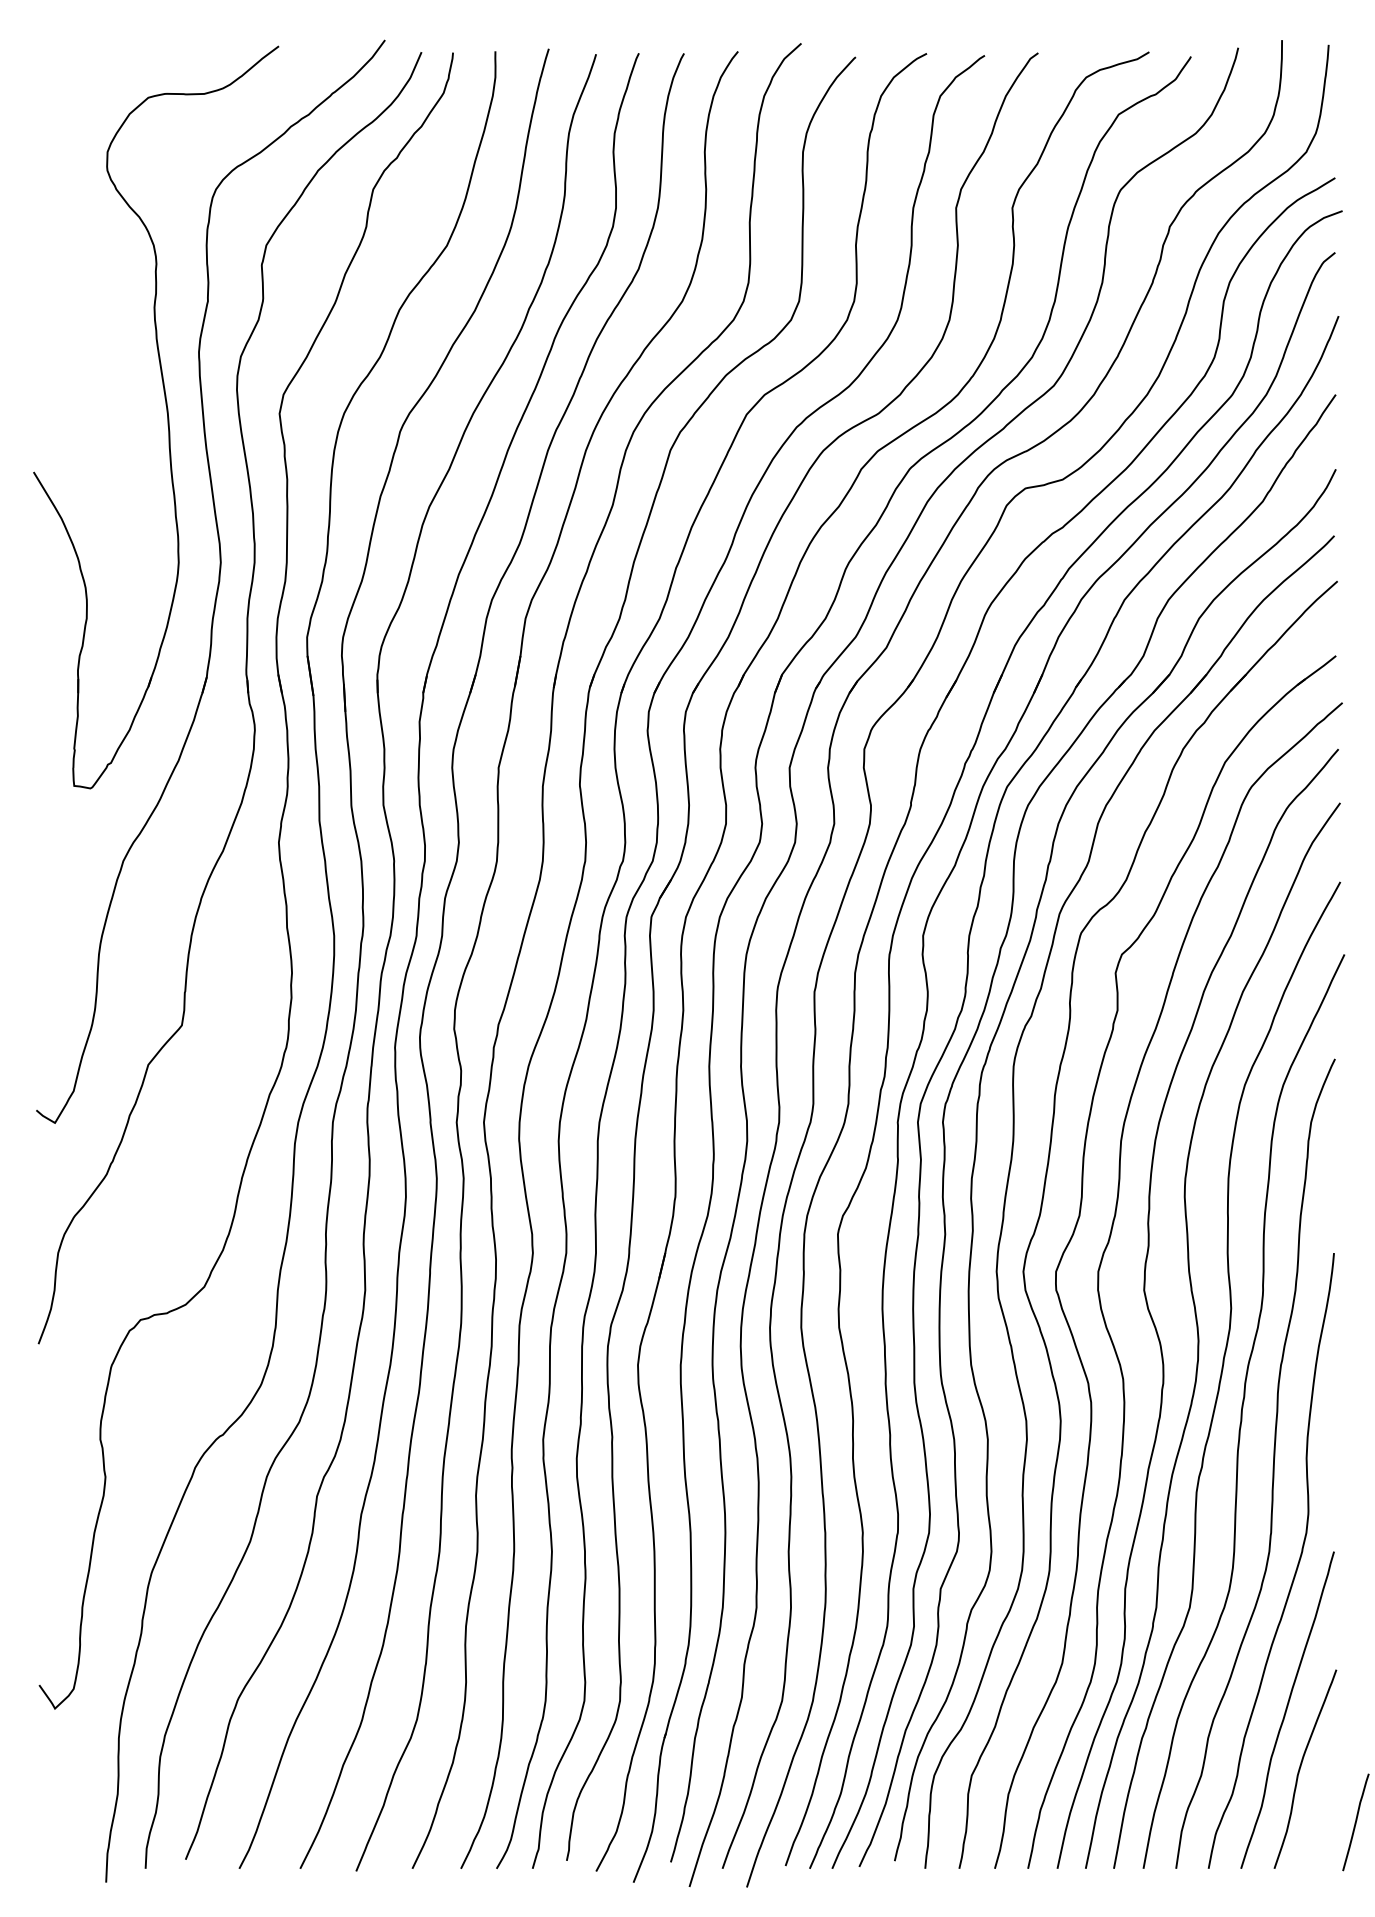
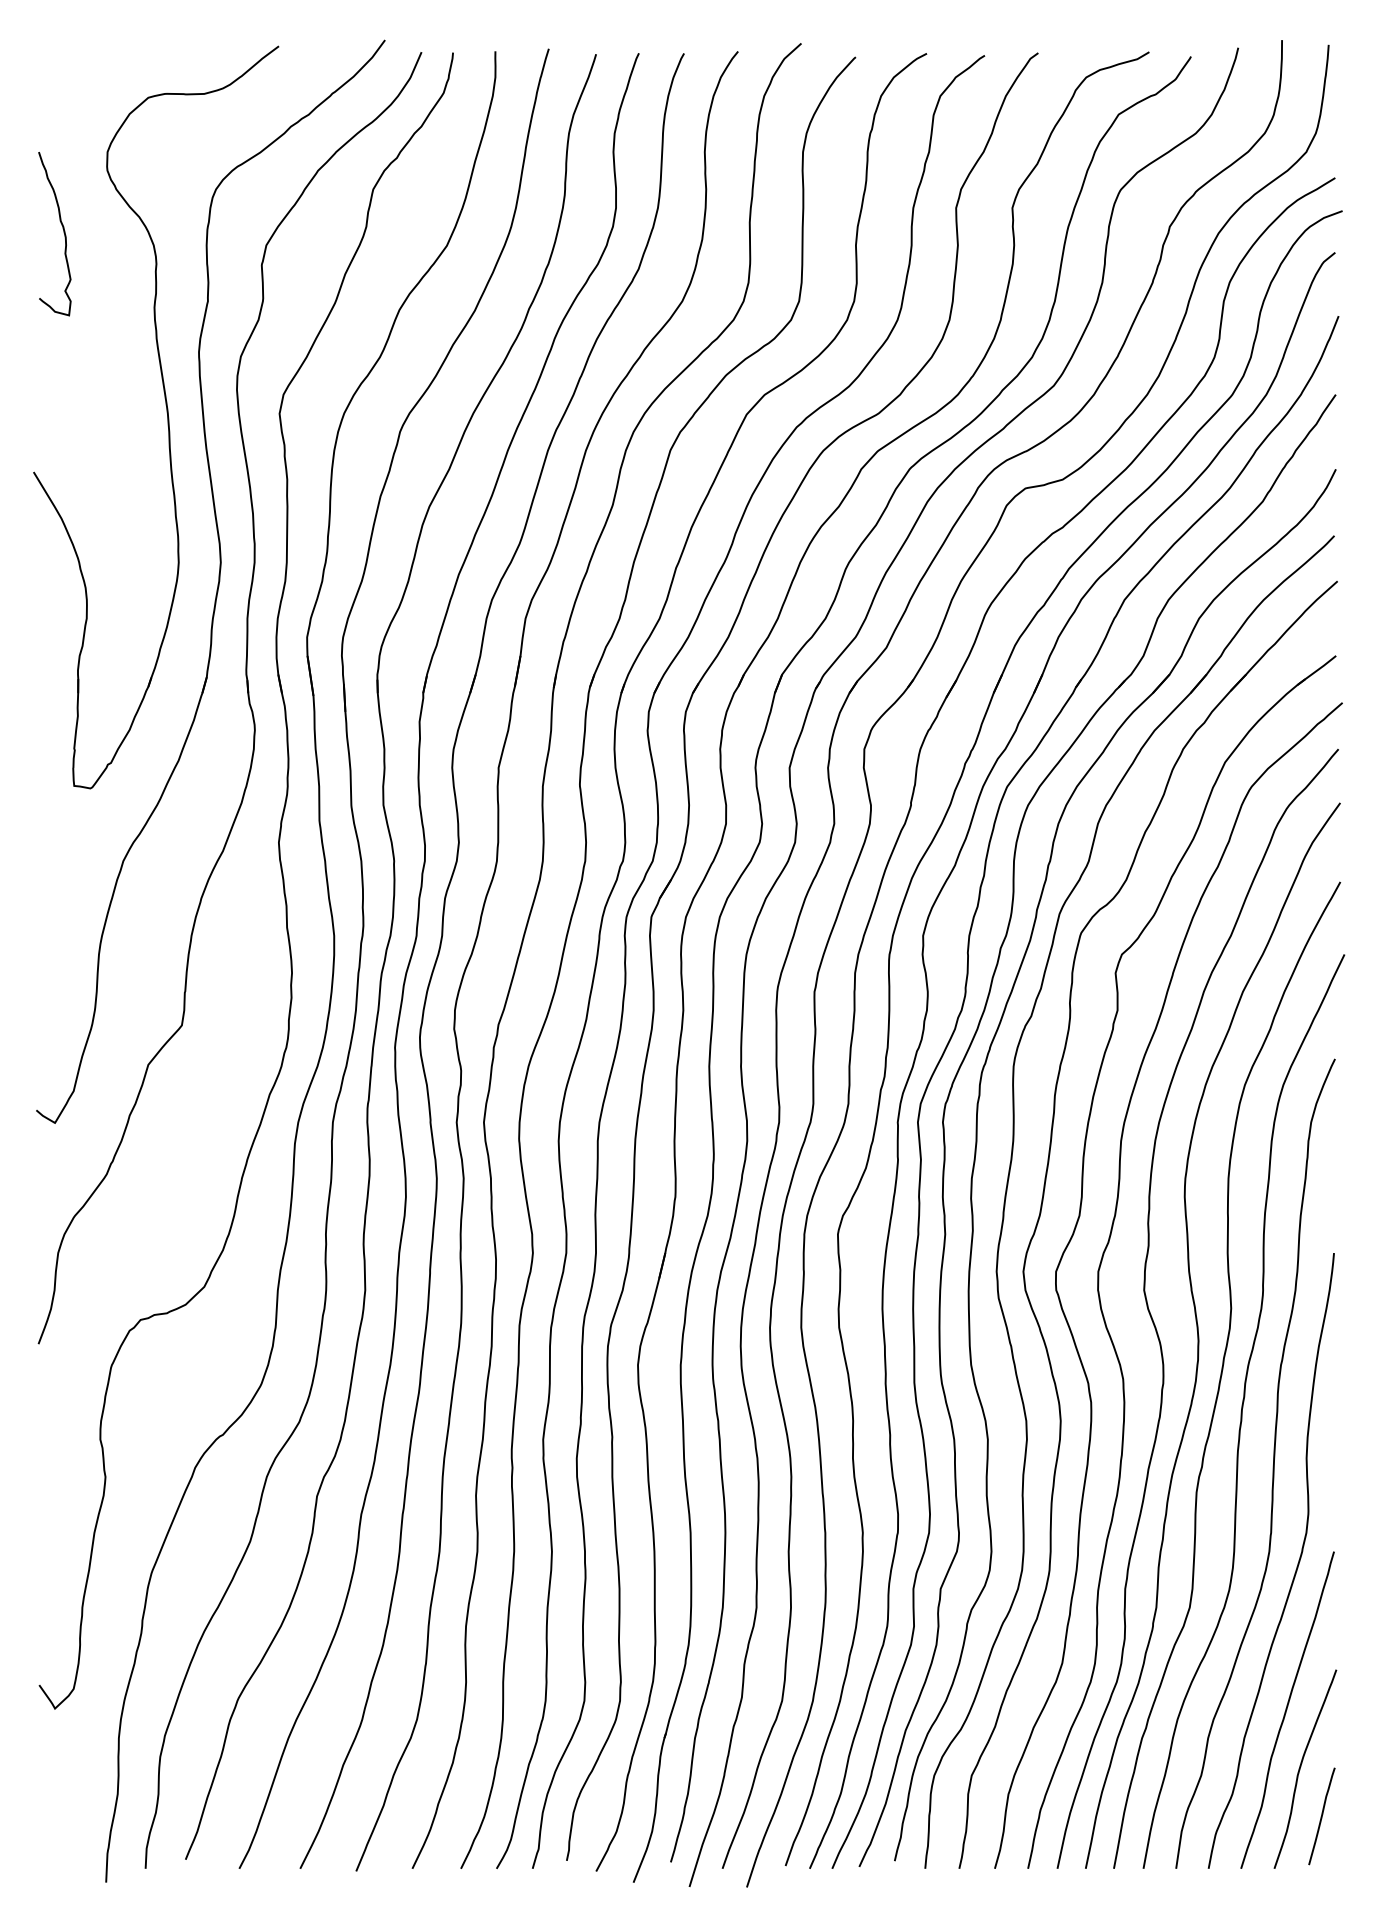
curve at (63, 233): none -> present
curve at (1355, 1822) position: (1355, 1822) -> (1321, 1816)
